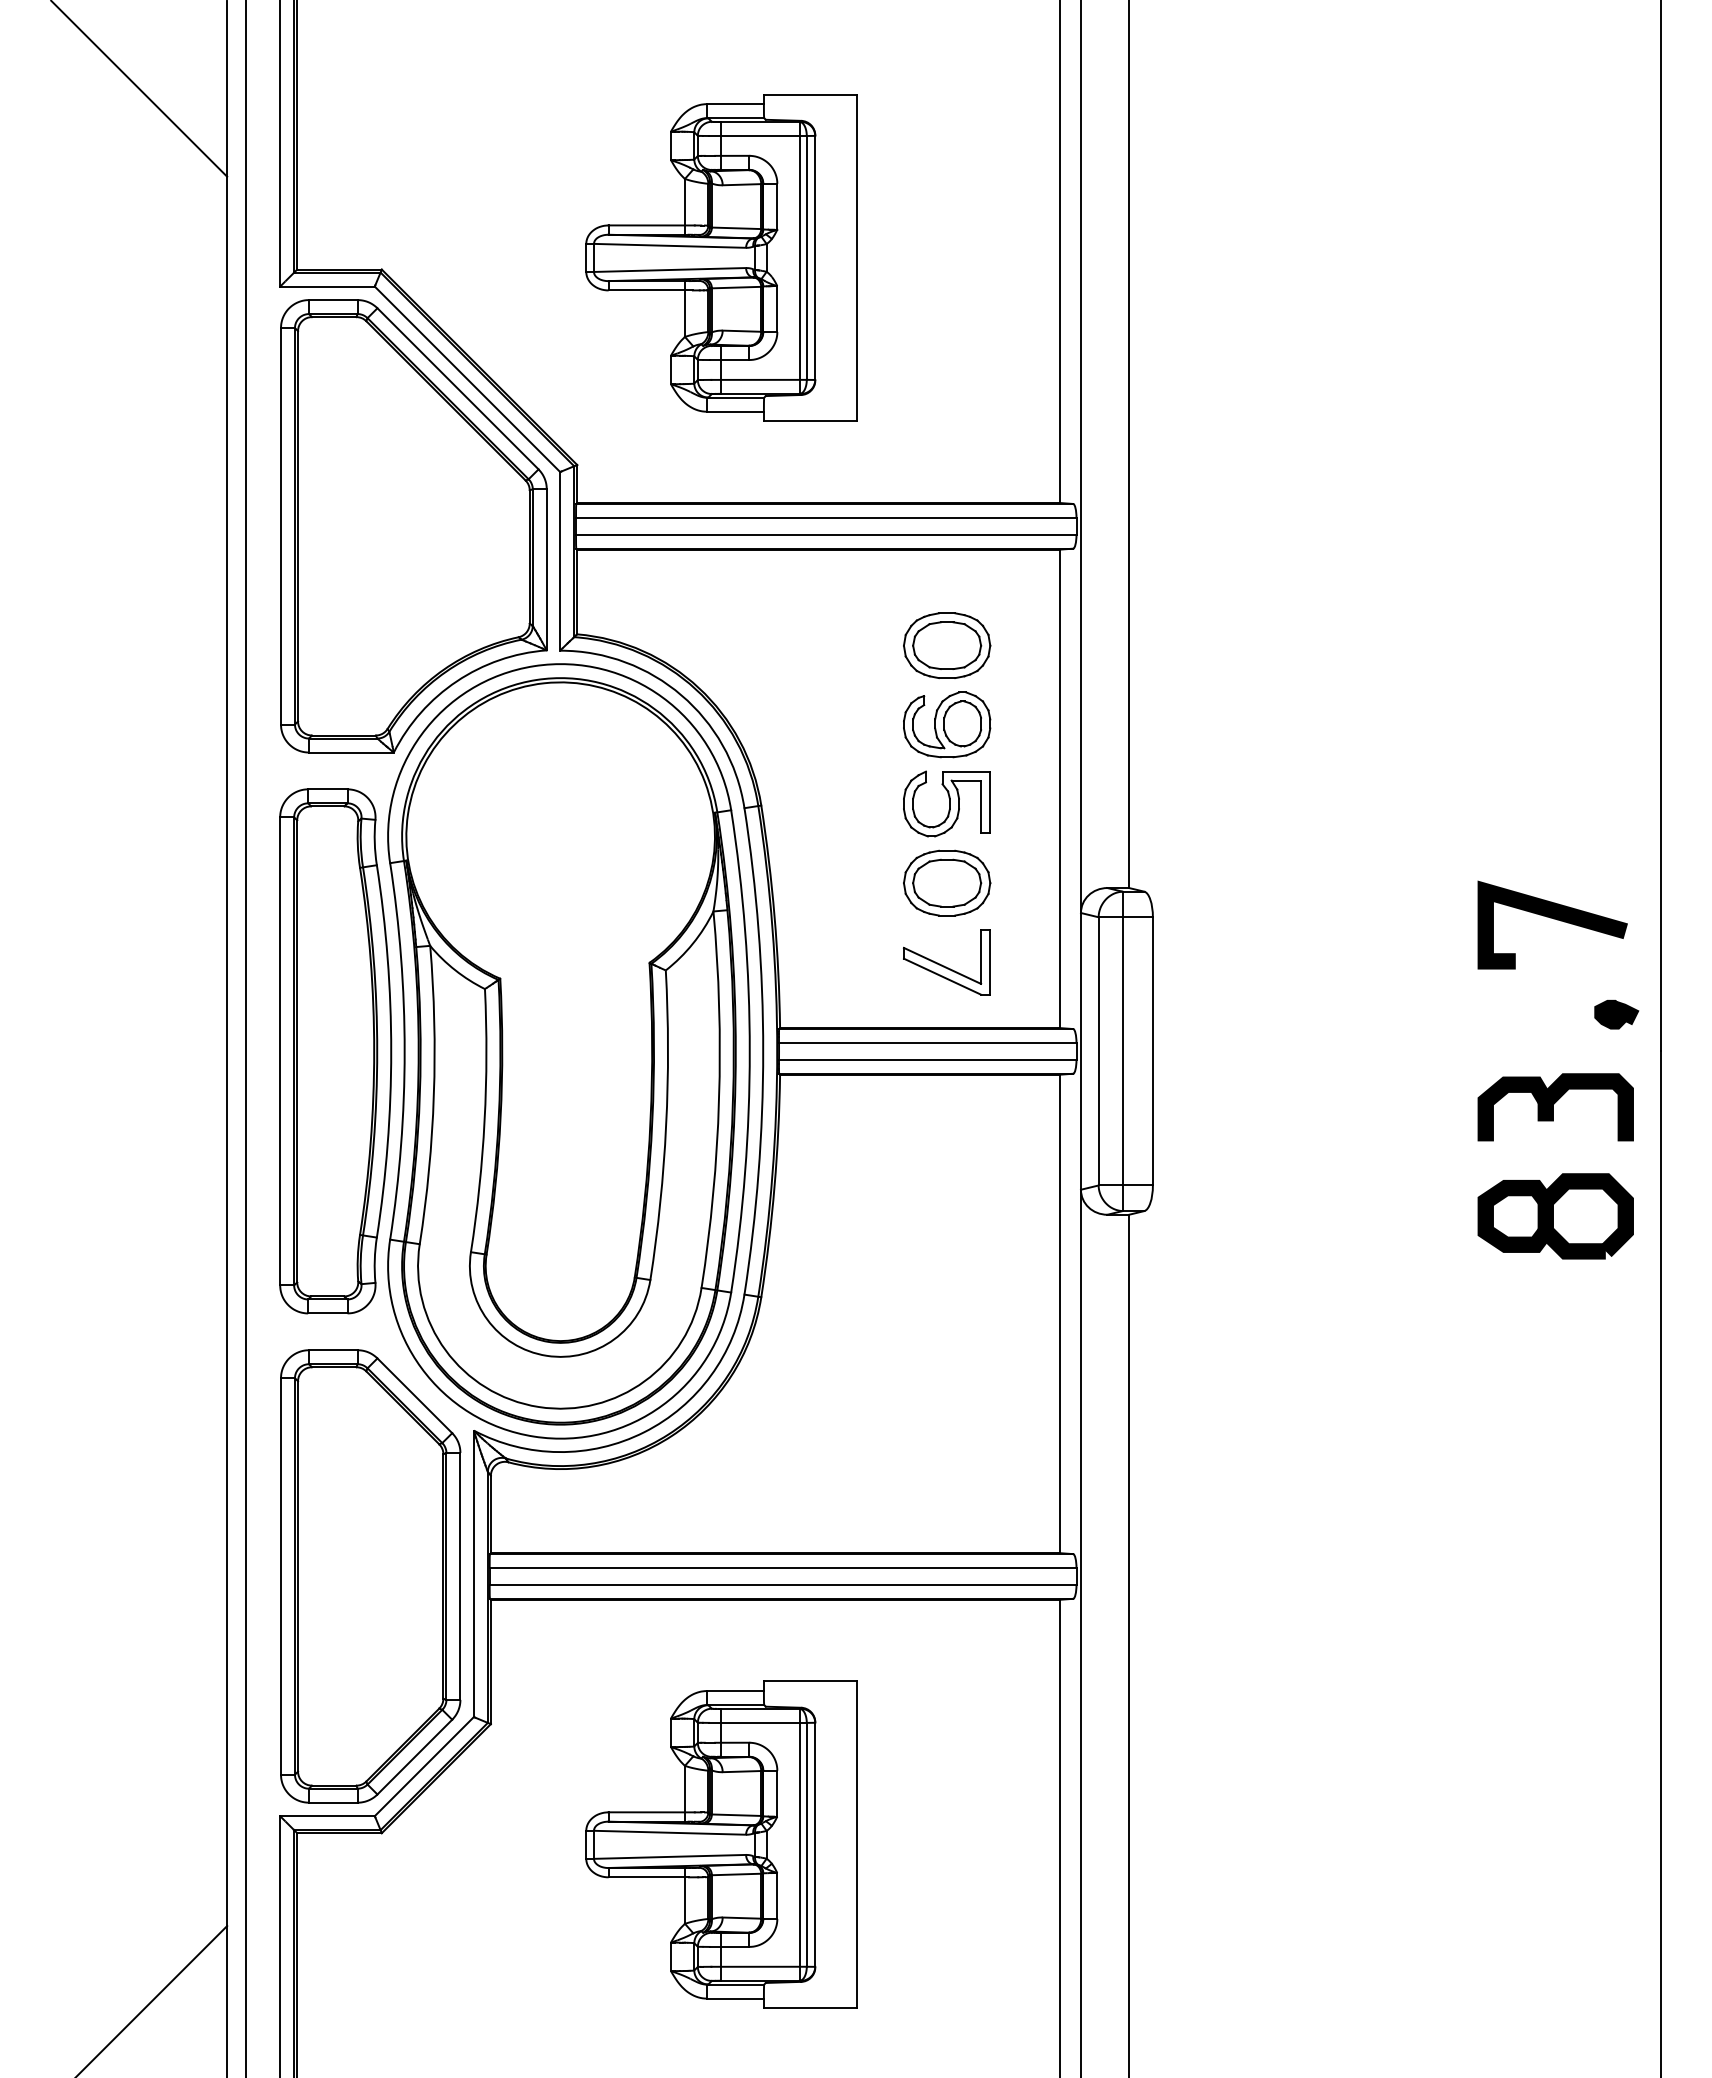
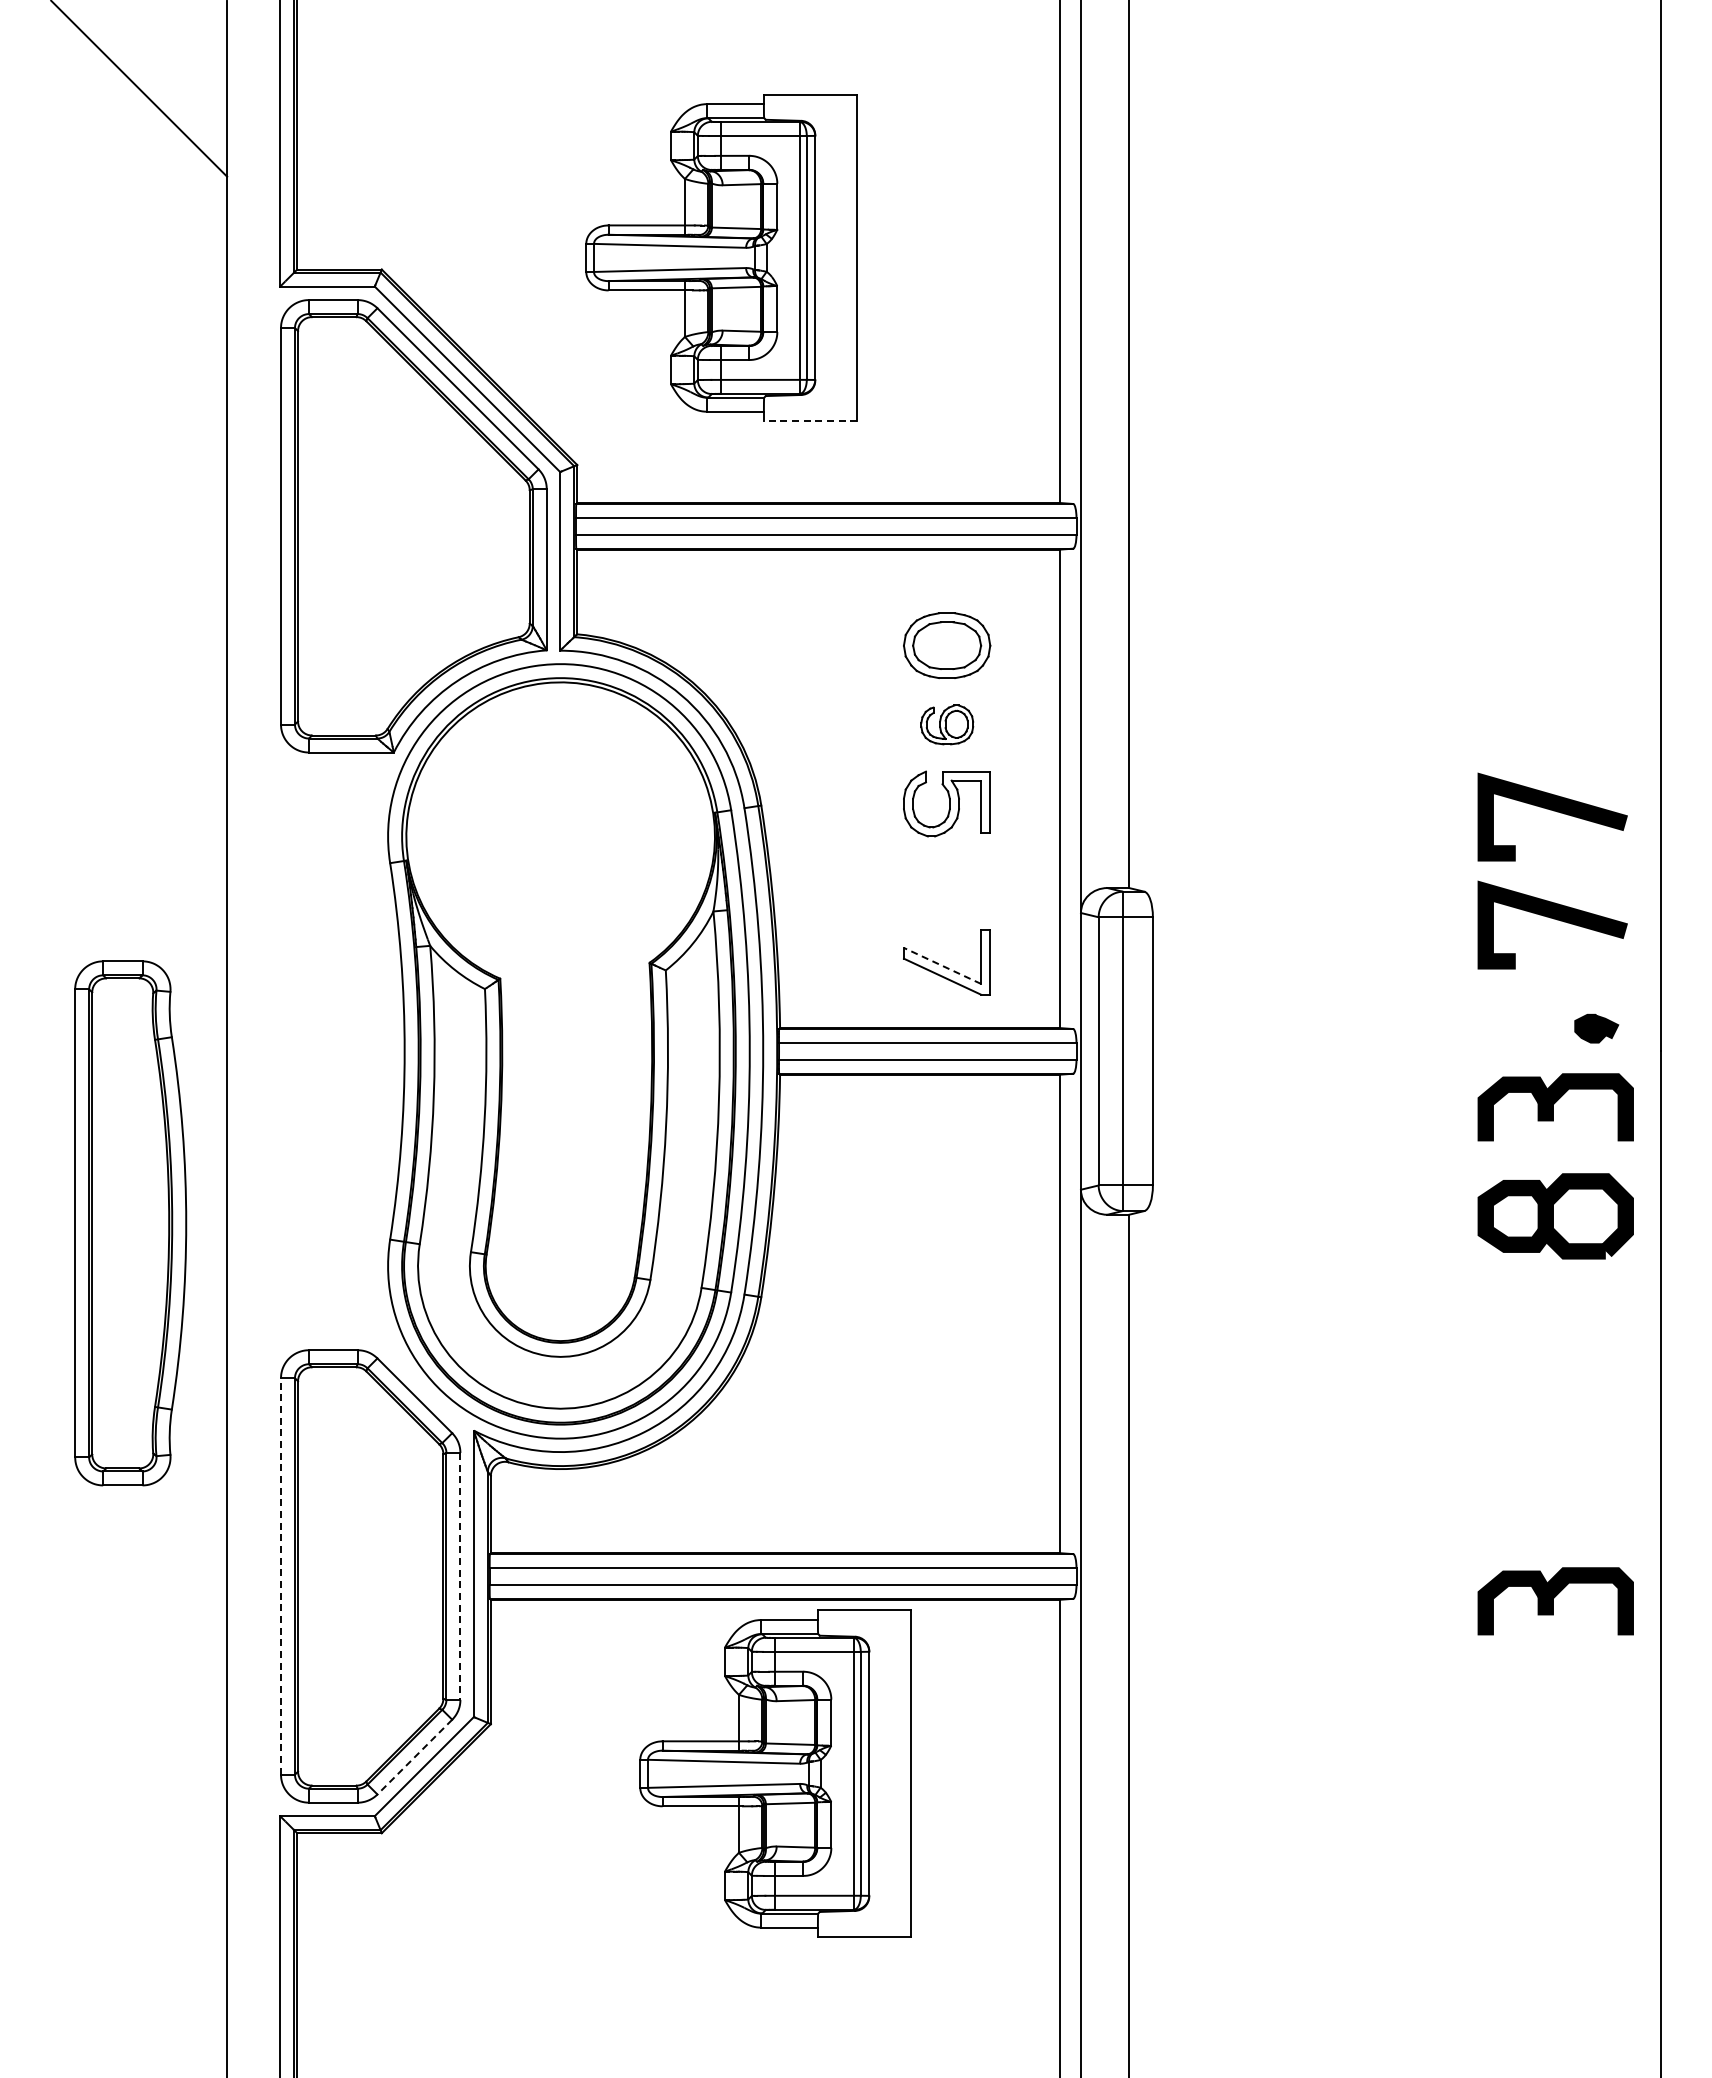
line at (810, 421): solid -> dashed
part at (947, 724) size: 89x68 px -> 55x42 px
line at (1553, 811): none -> present
part at (947, 882): present -> none
line at (942, 965): solid -> dashed
part at (1616, 1014) position: (1616, 1014) -> (1596, 1028)
line at (245, 1038): present -> none
part at (335, 1051) position: (335, 1051) -> (130, 1223)
line at (281, 1575): solid -> dashed
line at (460, 1576): solid -> dashed
part at (1555, 1601): none -> present
line at (414, 1757): solid -> dashed
part at (721, 1844) position: (721, 1844) -> (775, 1773)
line at (152, 2000): present -> none
